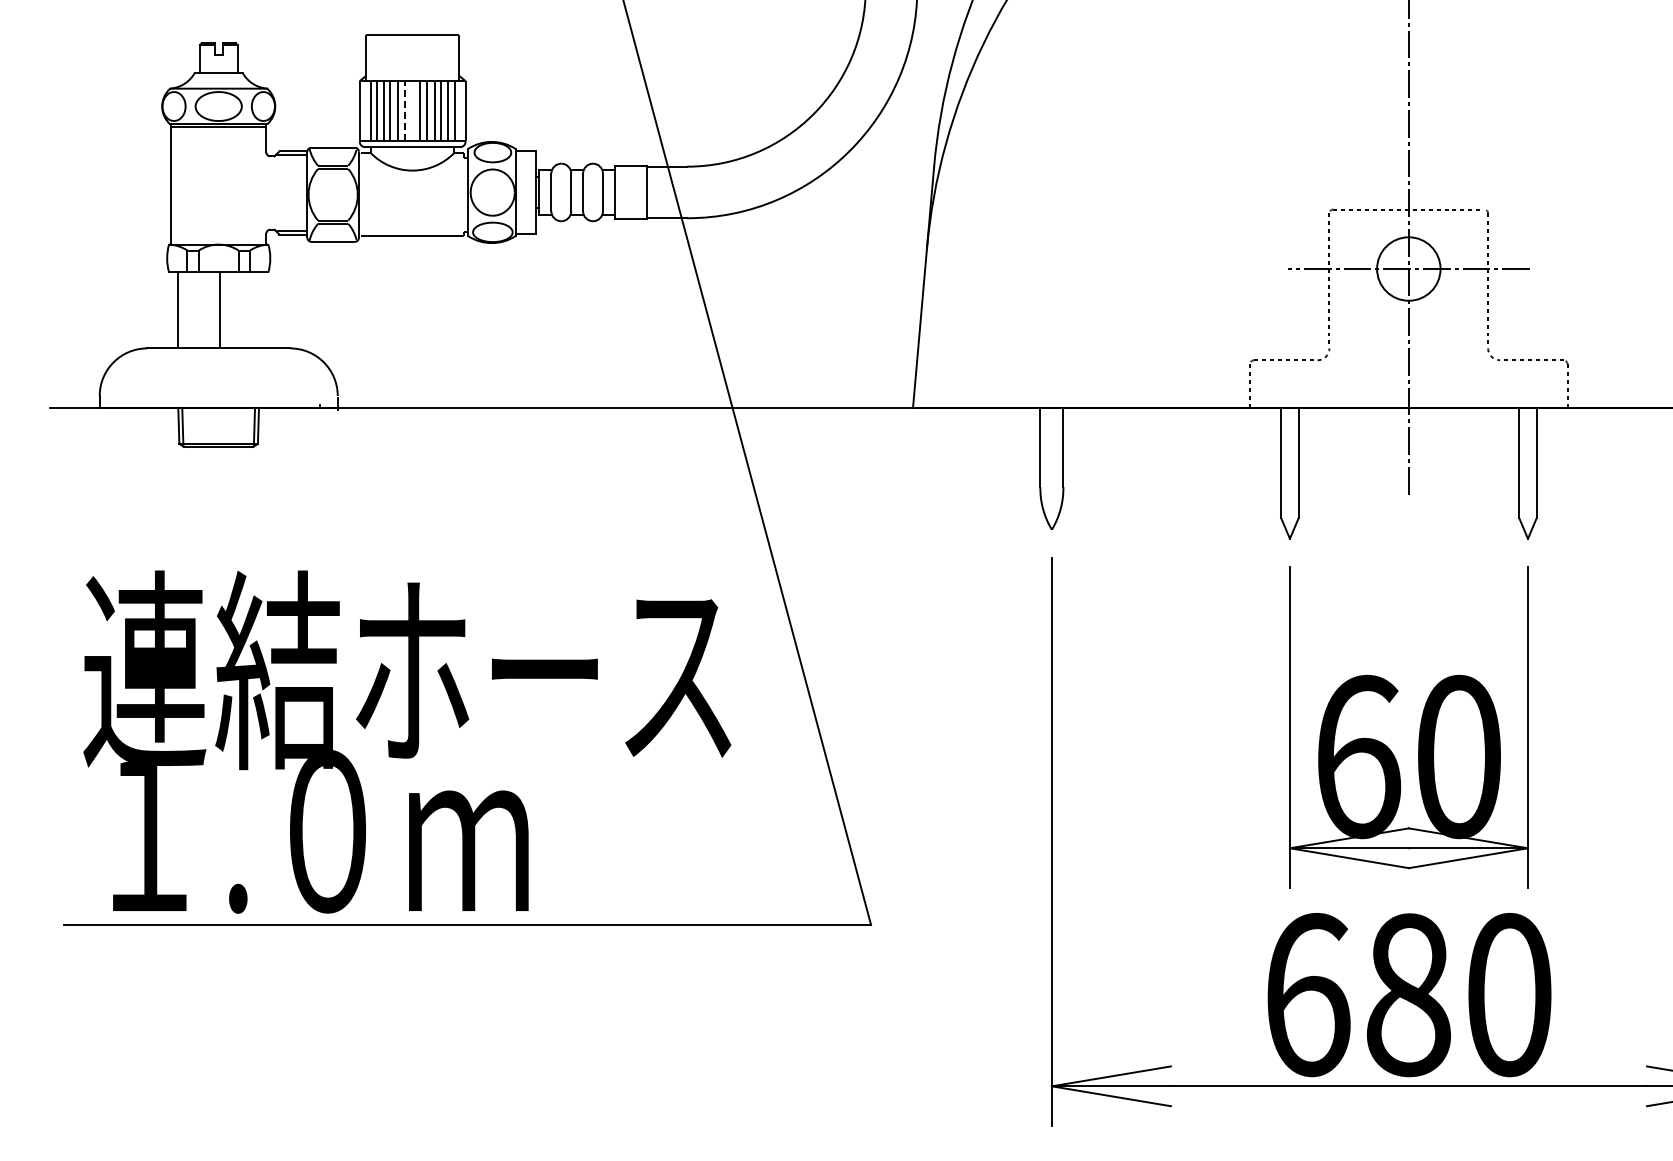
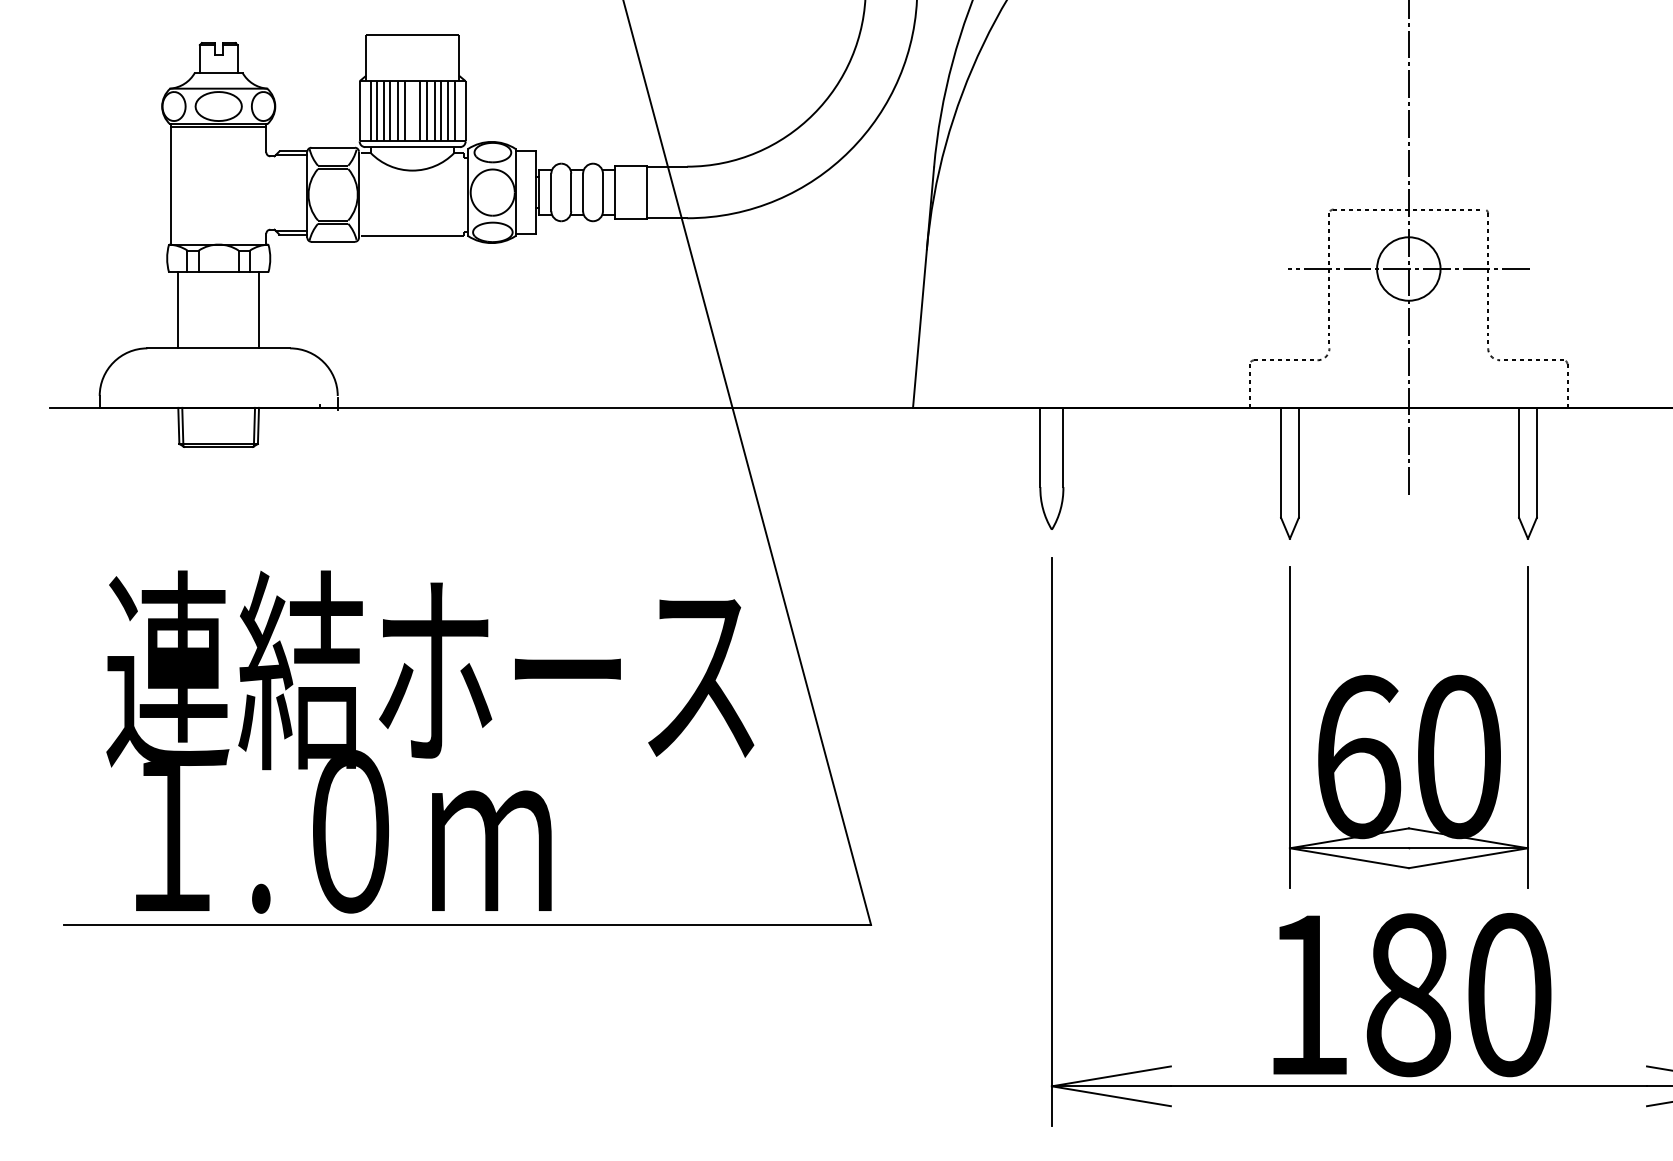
line at (405, 111): dashed -> solid
line at (220, 310) position: (220, 310) -> (259, 310)
text at (407, 741) position: (407, 741) -> (430, 741)
text at (1308, 995): 680 -> 180
